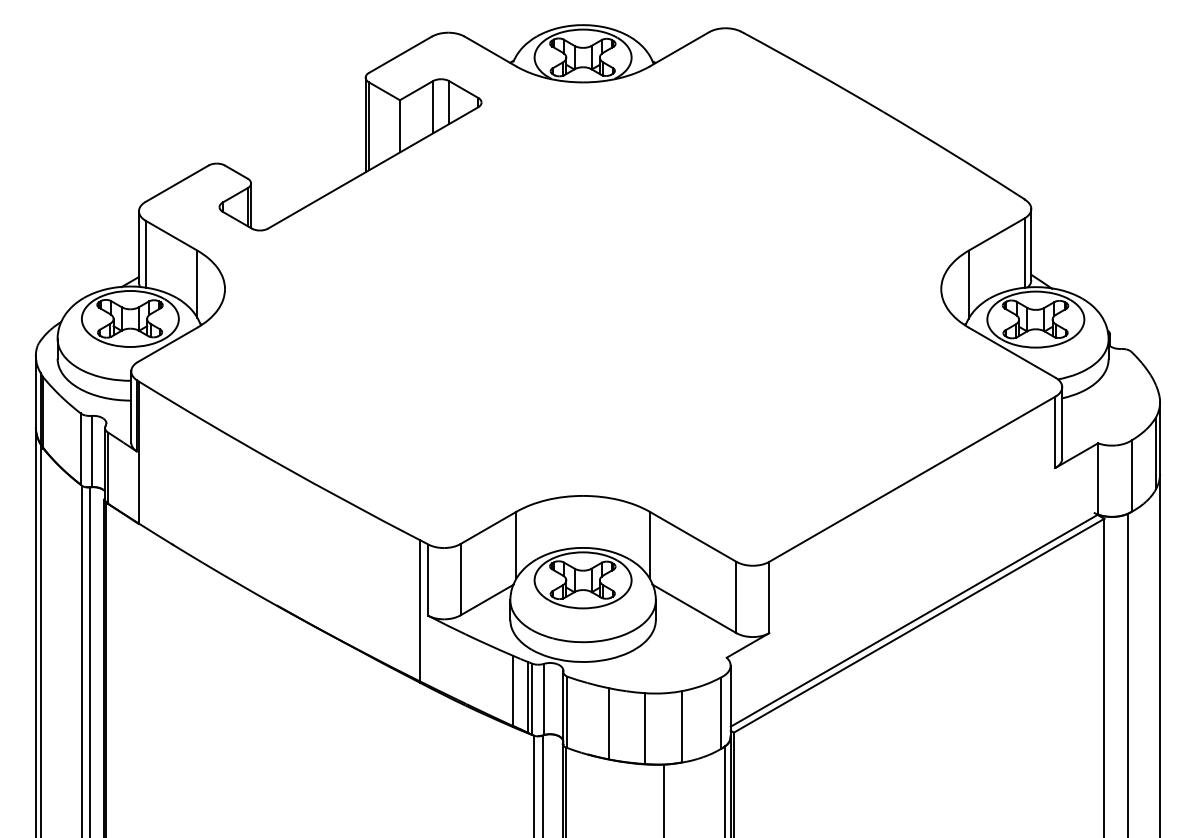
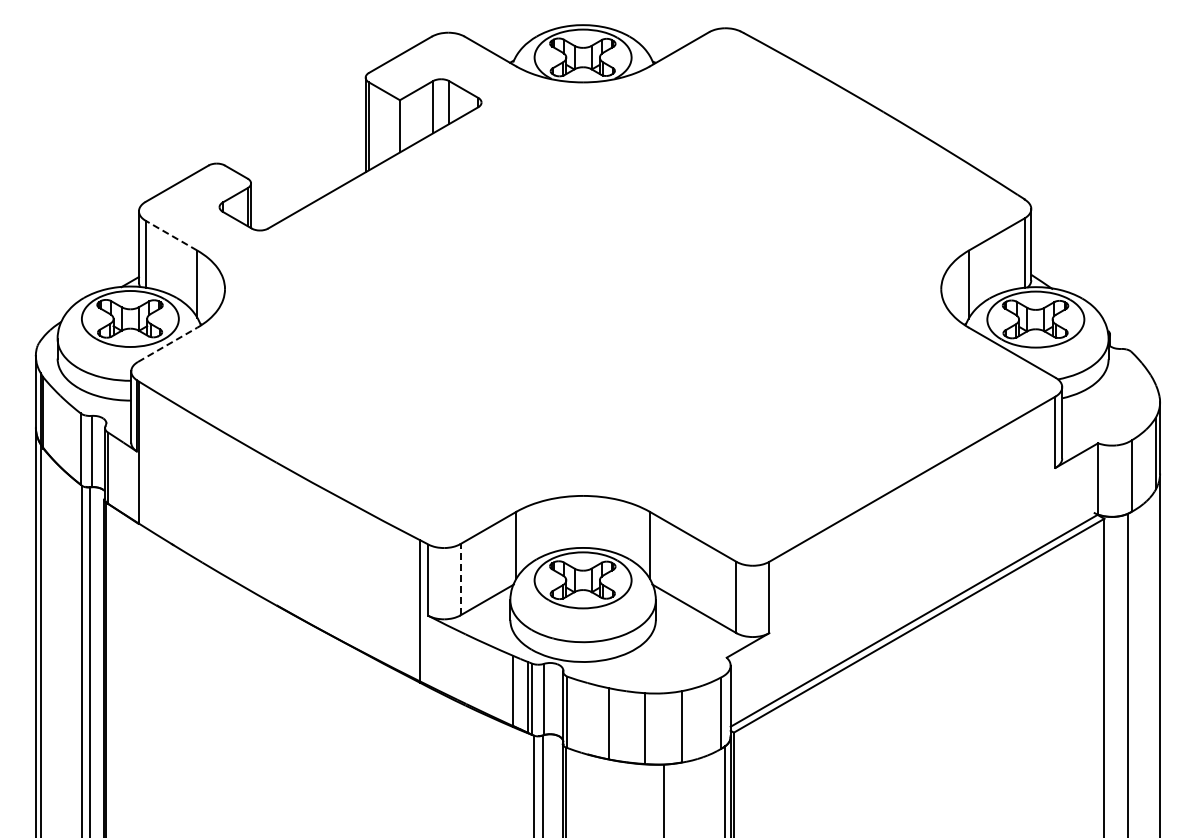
line at (171, 235): solid -> dashed
line at (168, 344): solid -> dashed
line at (460, 579): solid -> dashed
